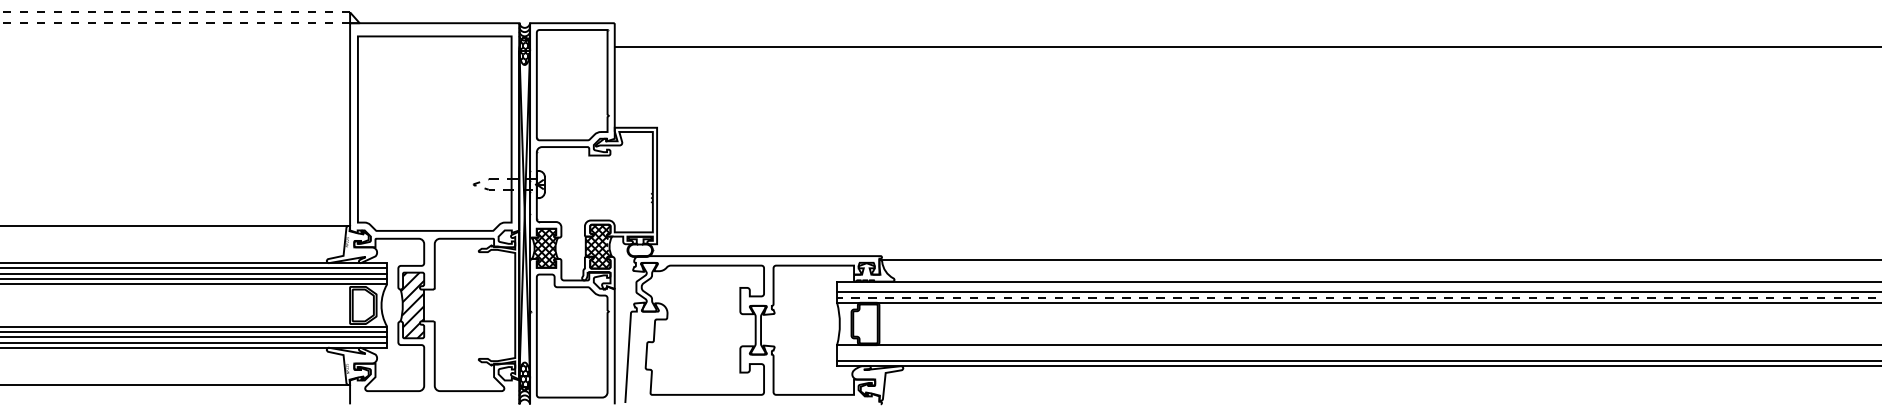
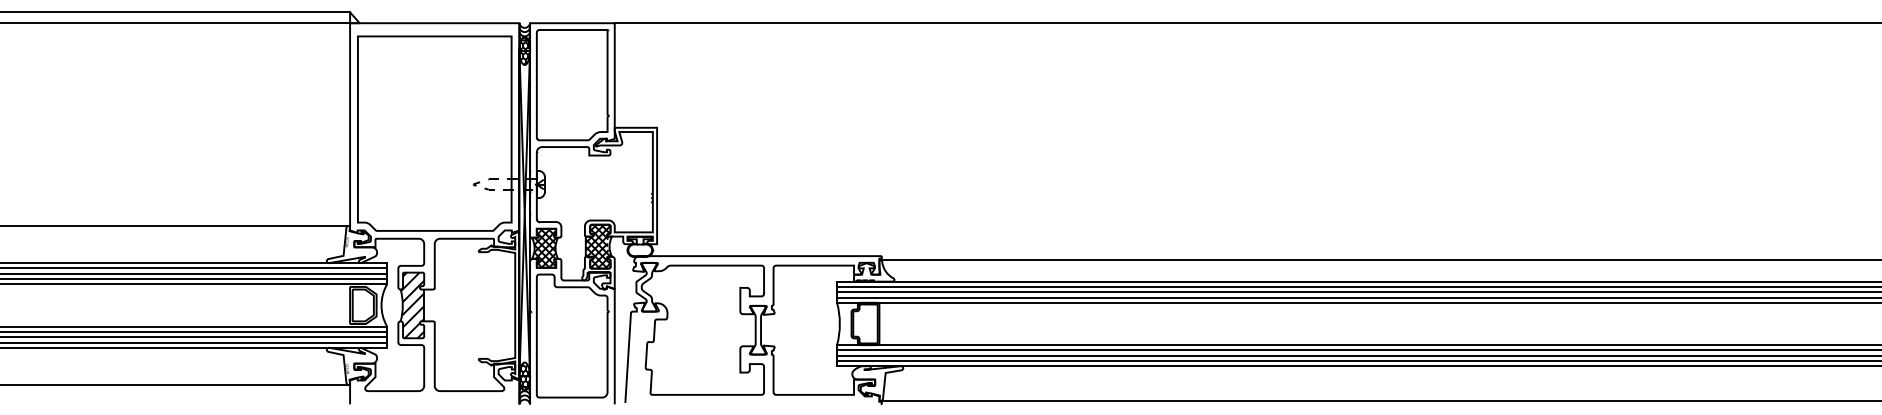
line at (175, 12): dashed -> solid
line at (175, 23): dashed -> solid
line at (1246, 47) position: (1246, 47) -> (1246, 23)
line at (1357, 286): none -> present
line at (1359, 297): dashed -> solid
line at (1357, 350): none -> present
line at (1357, 355): none -> present
line at (1379, 400): none -> present
